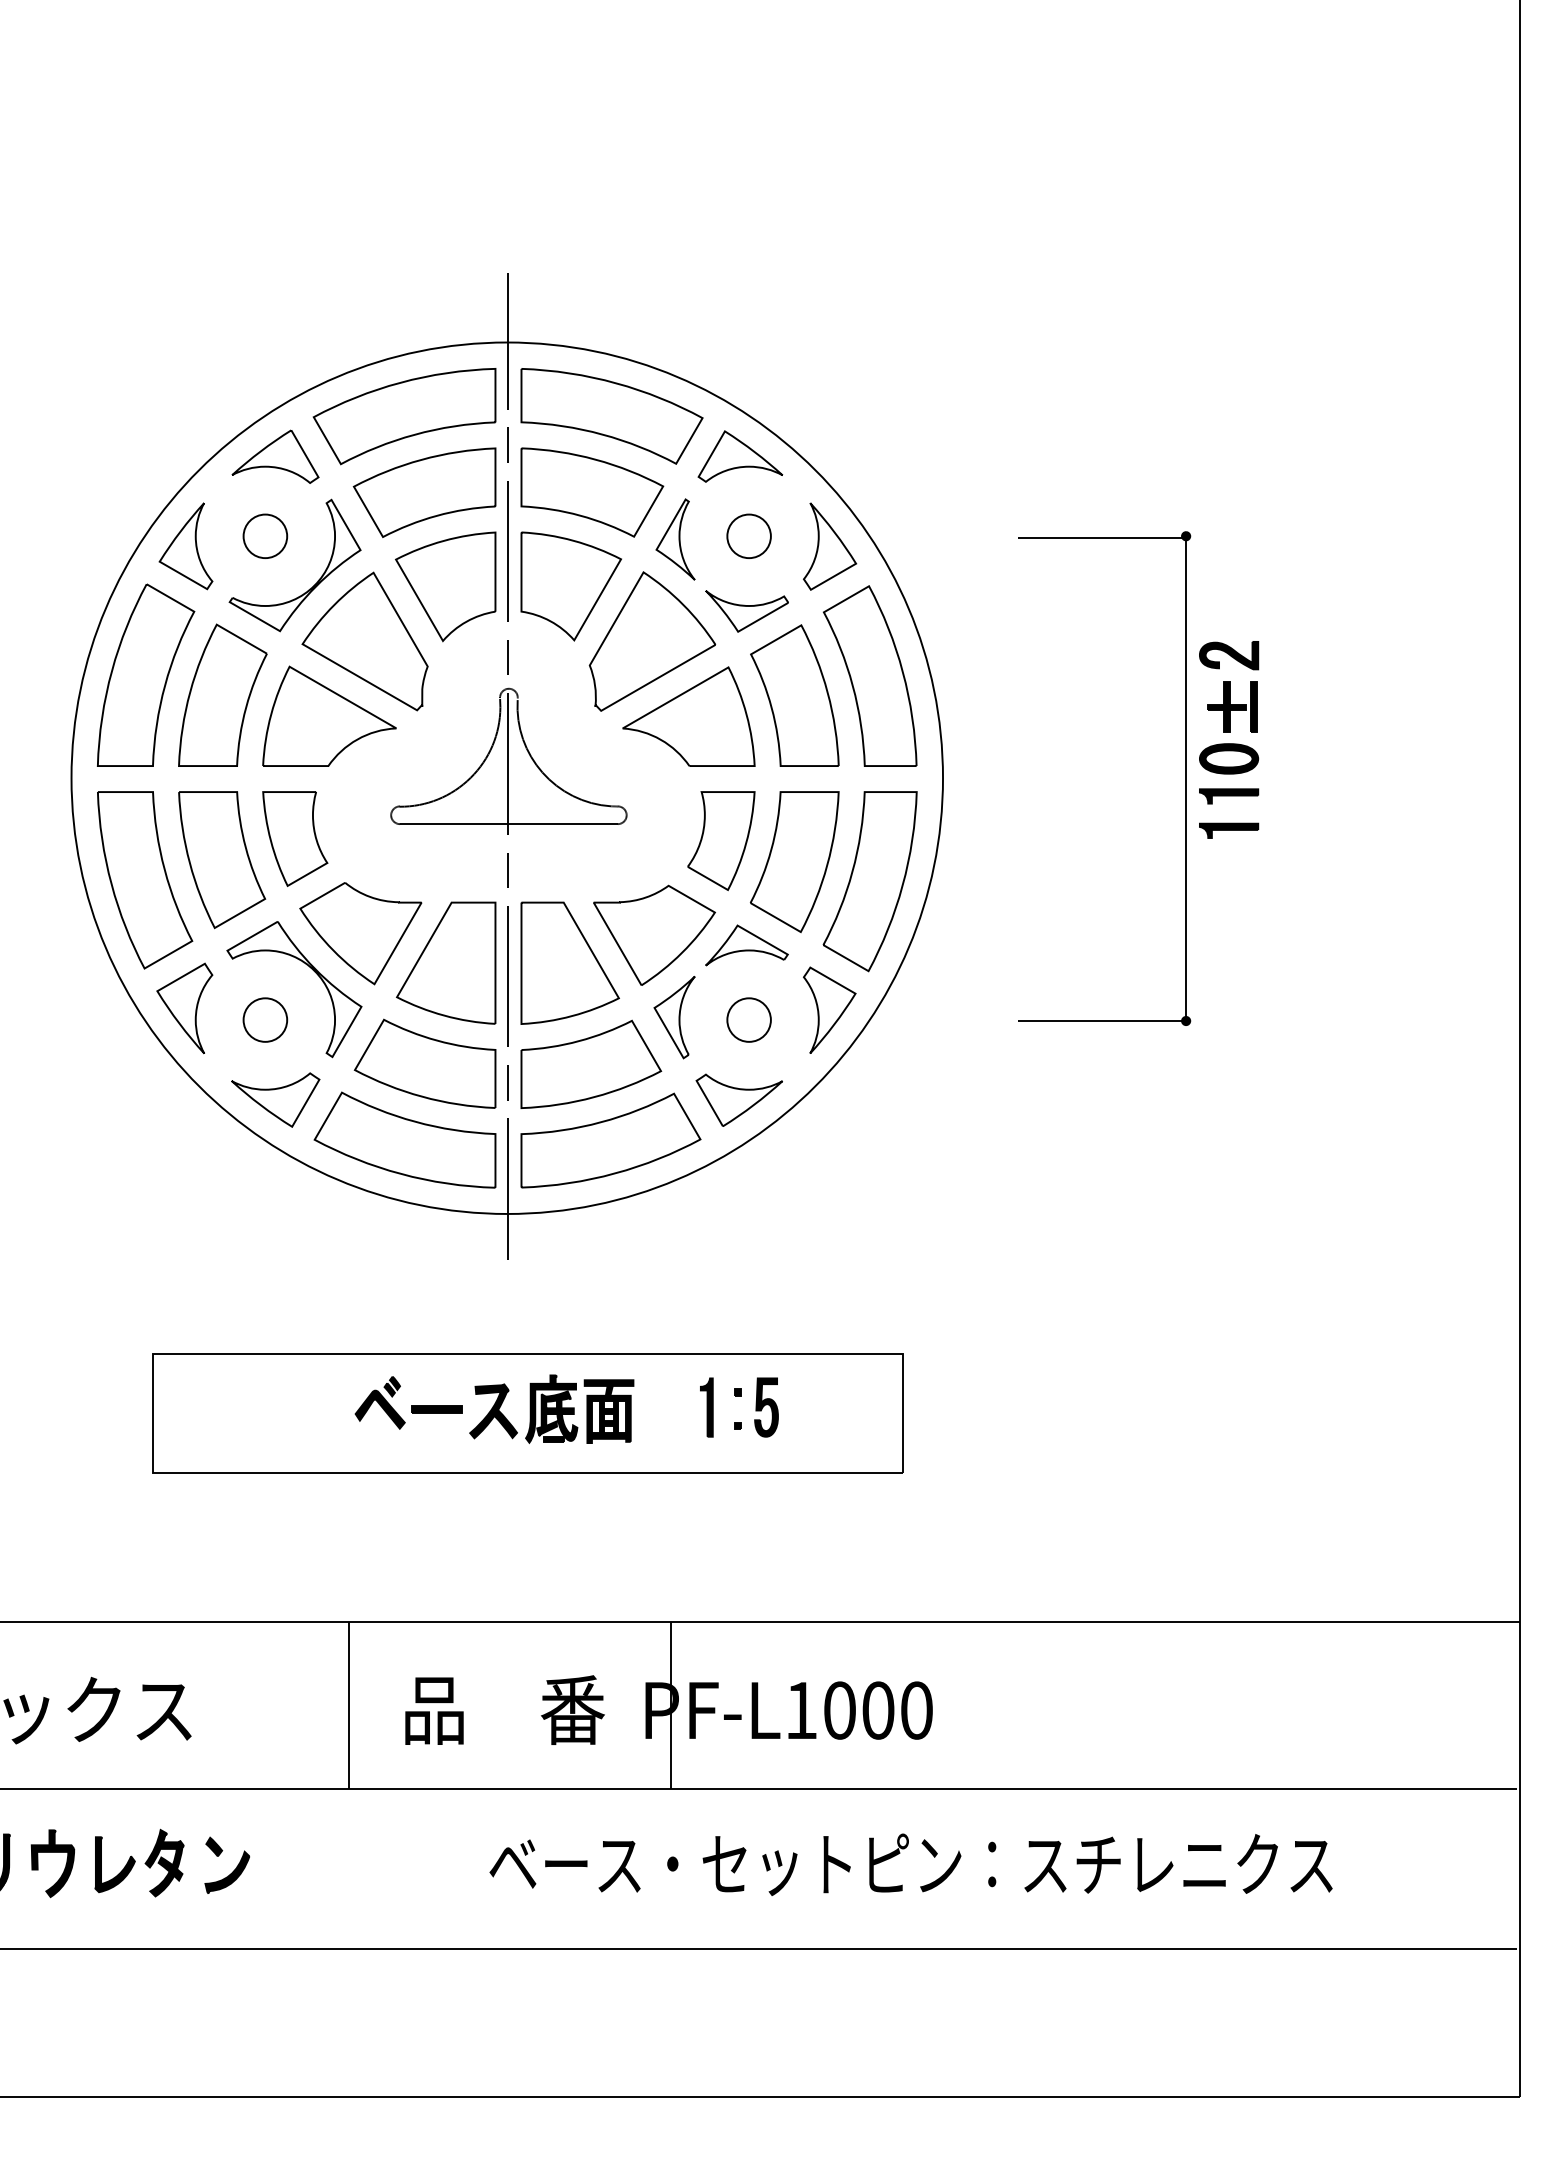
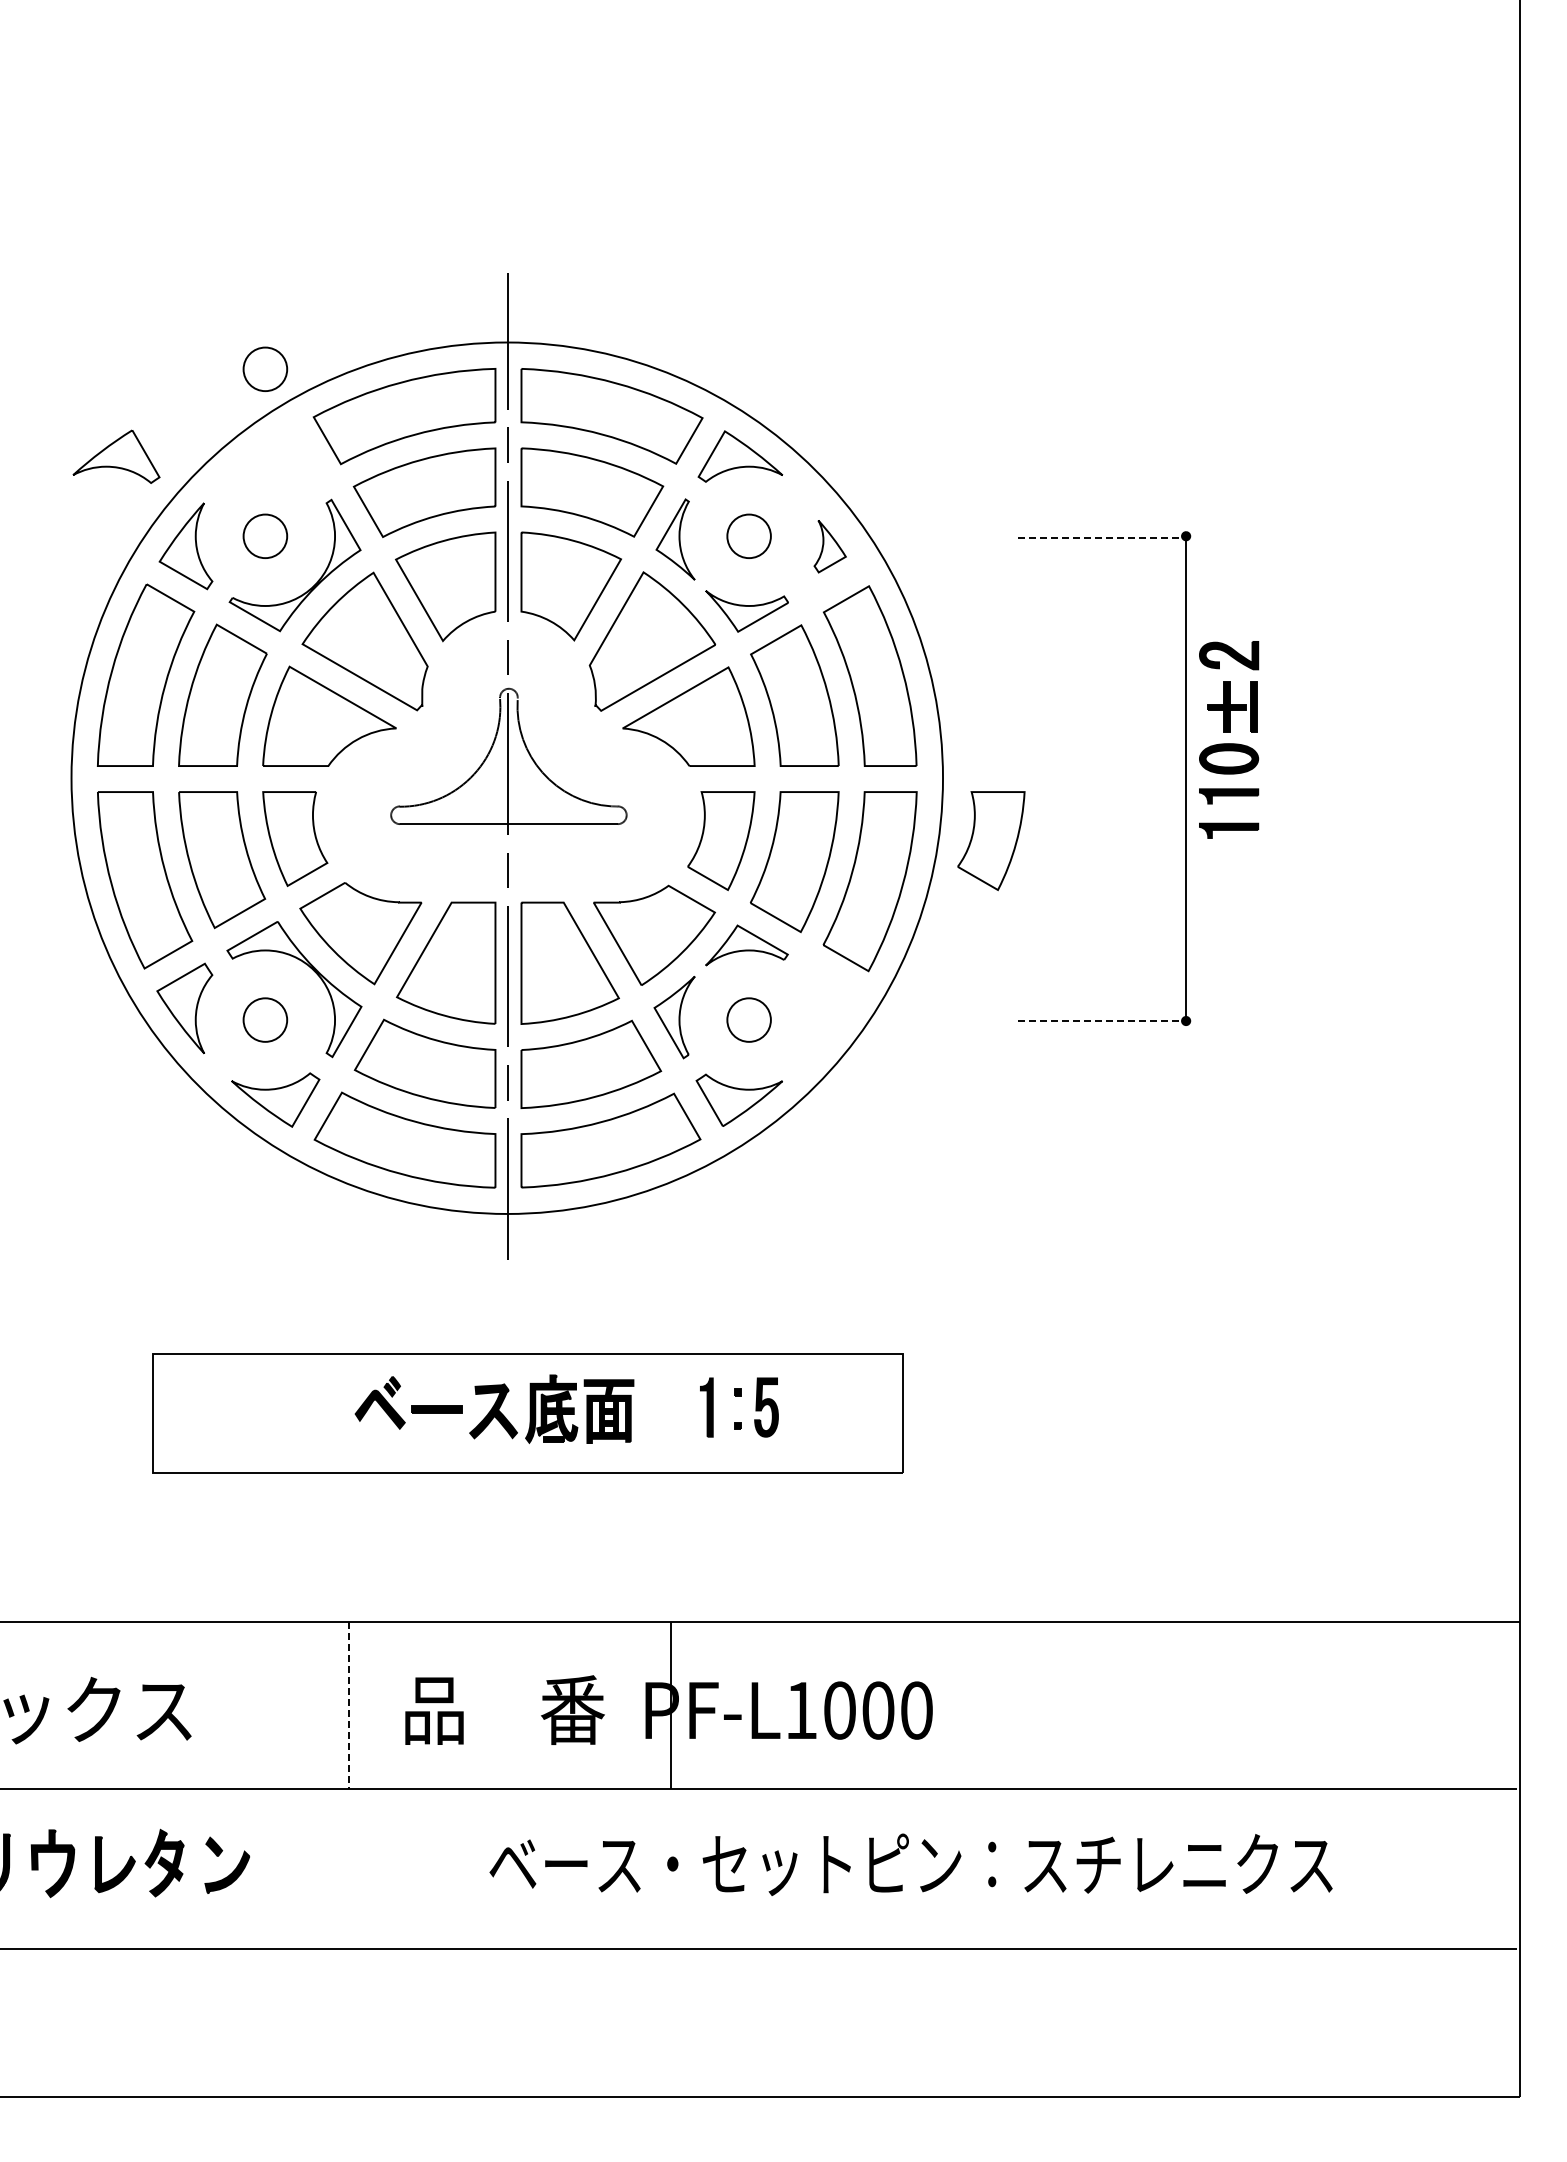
part at (265, 368): none -> present
part at (275, 456) position: (275, 456) -> (116, 456)
line at (1102, 537): solid -> dashed
part at (830, 546) size: 55x89 px -> 34x54 px
part at (991, 841): none -> present
part at (829, 1009): present -> none
line at (1102, 1021): solid -> dashed
line at (348, 1706): solid -> dashed
